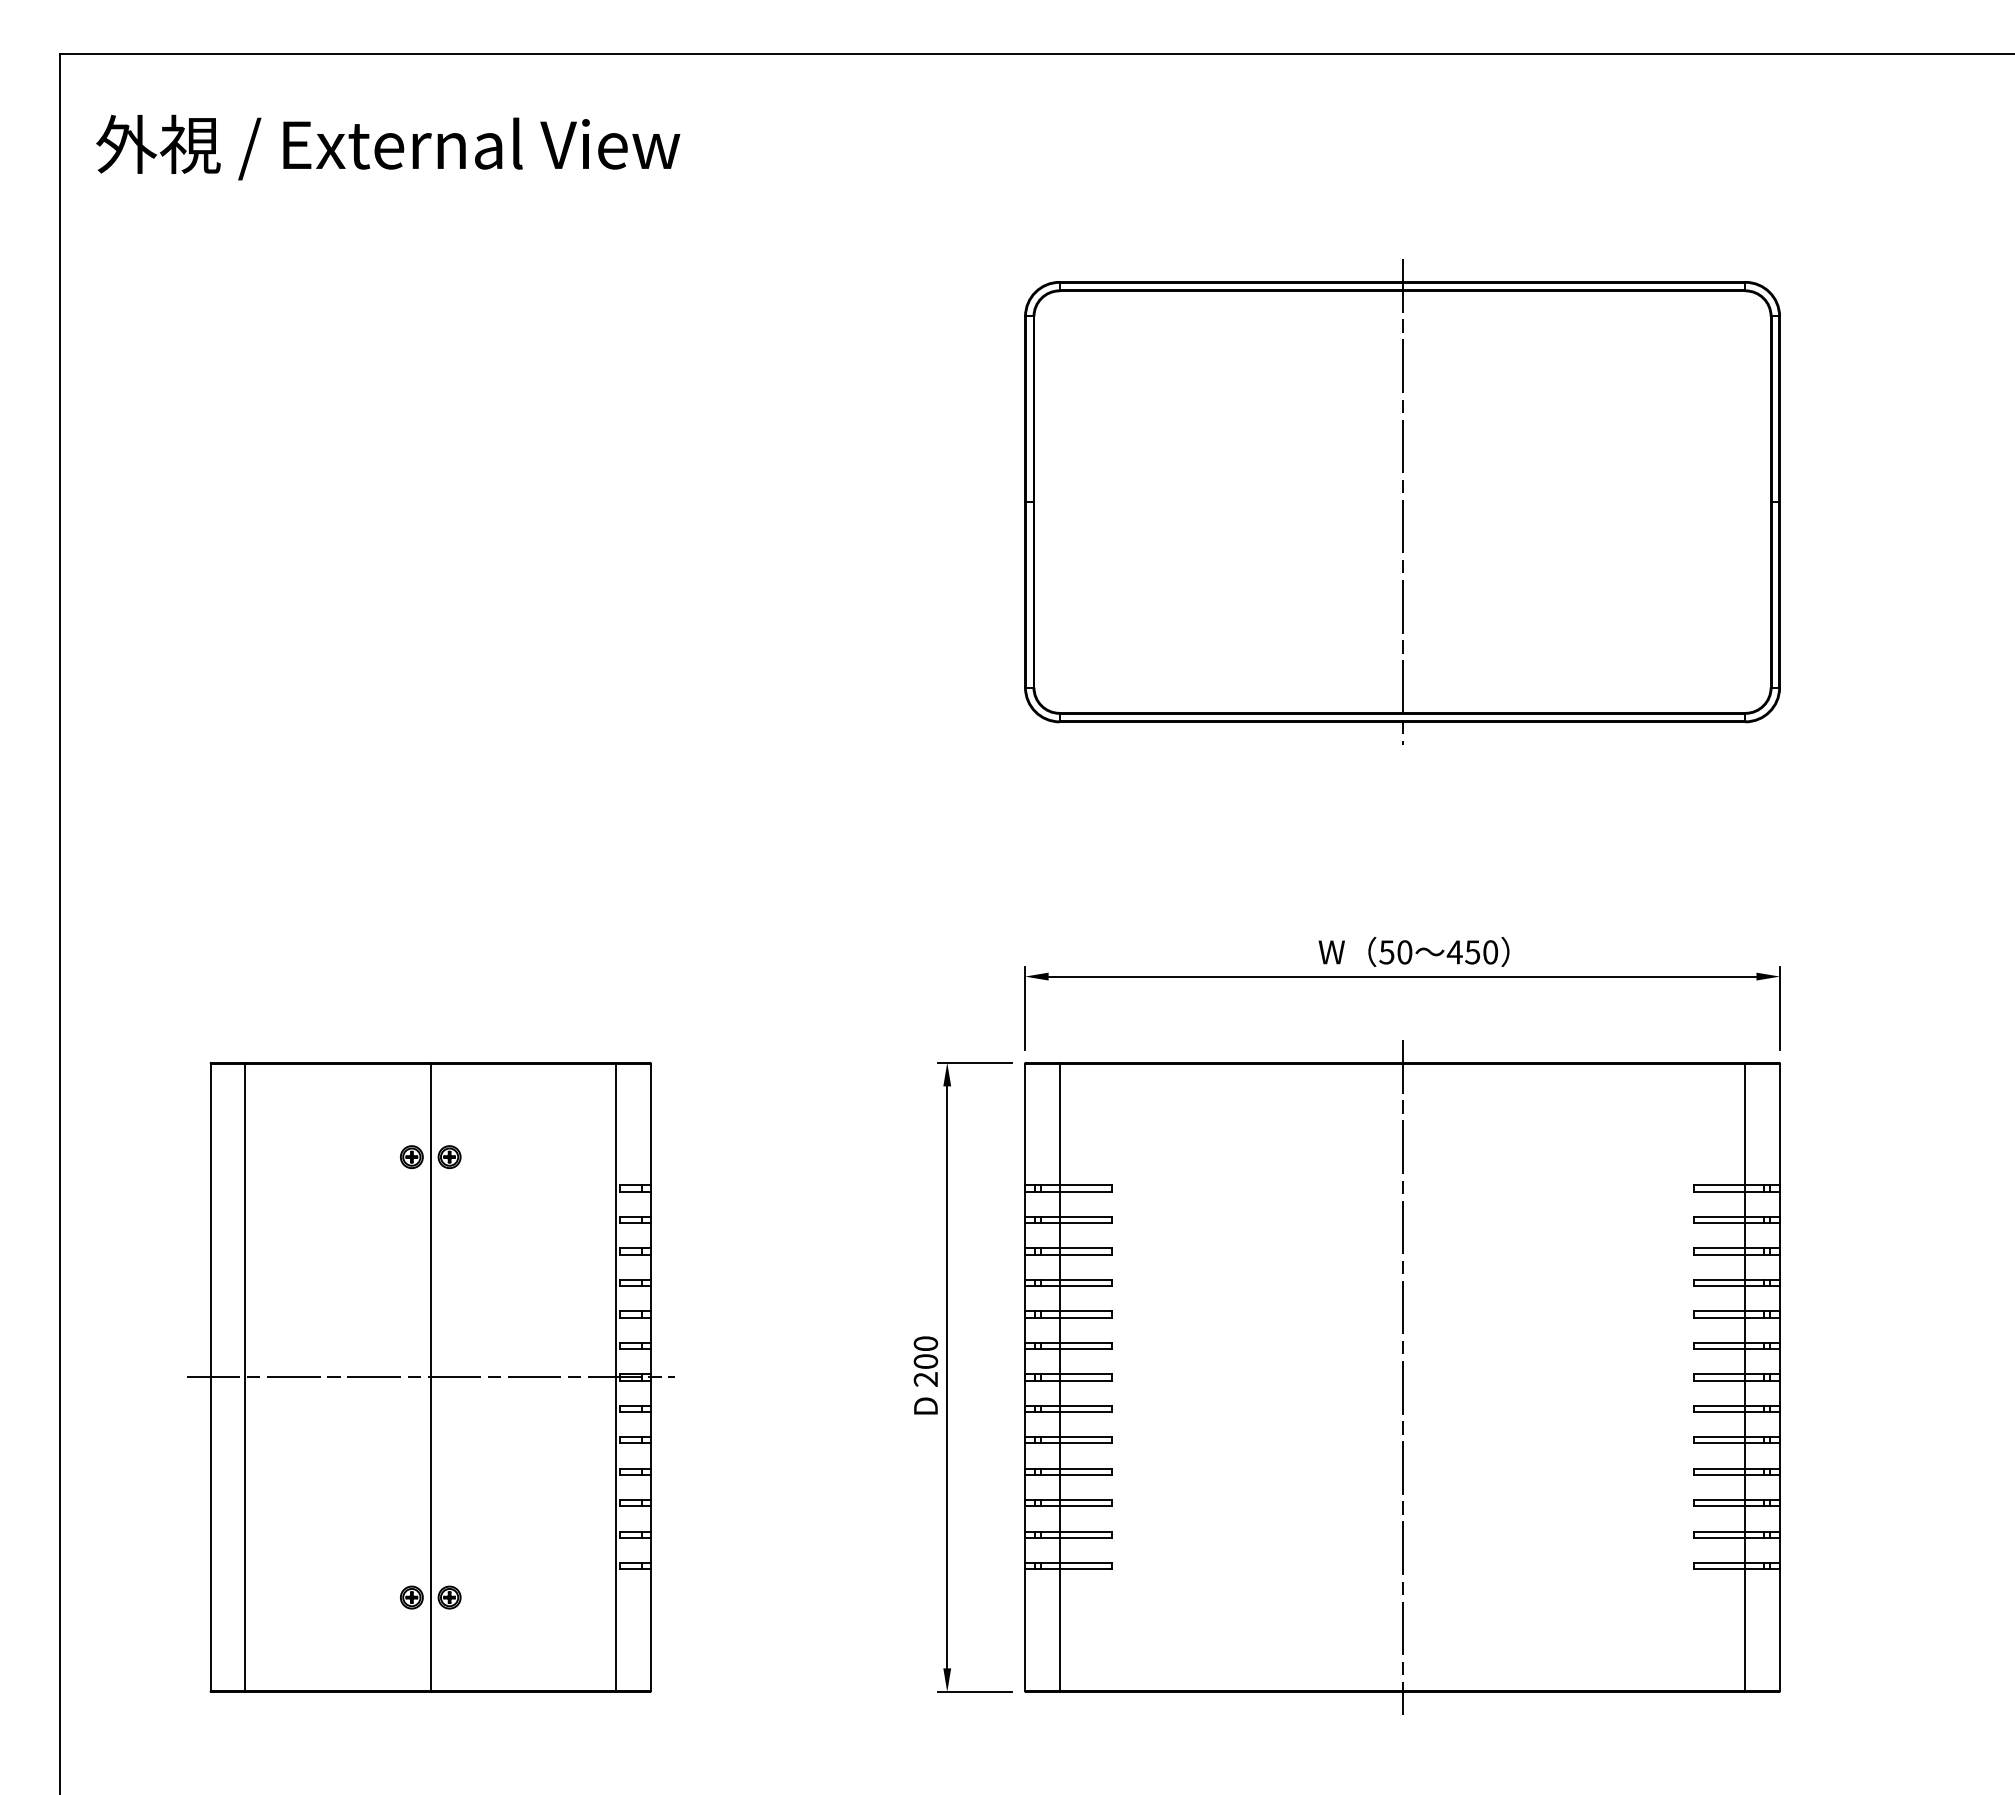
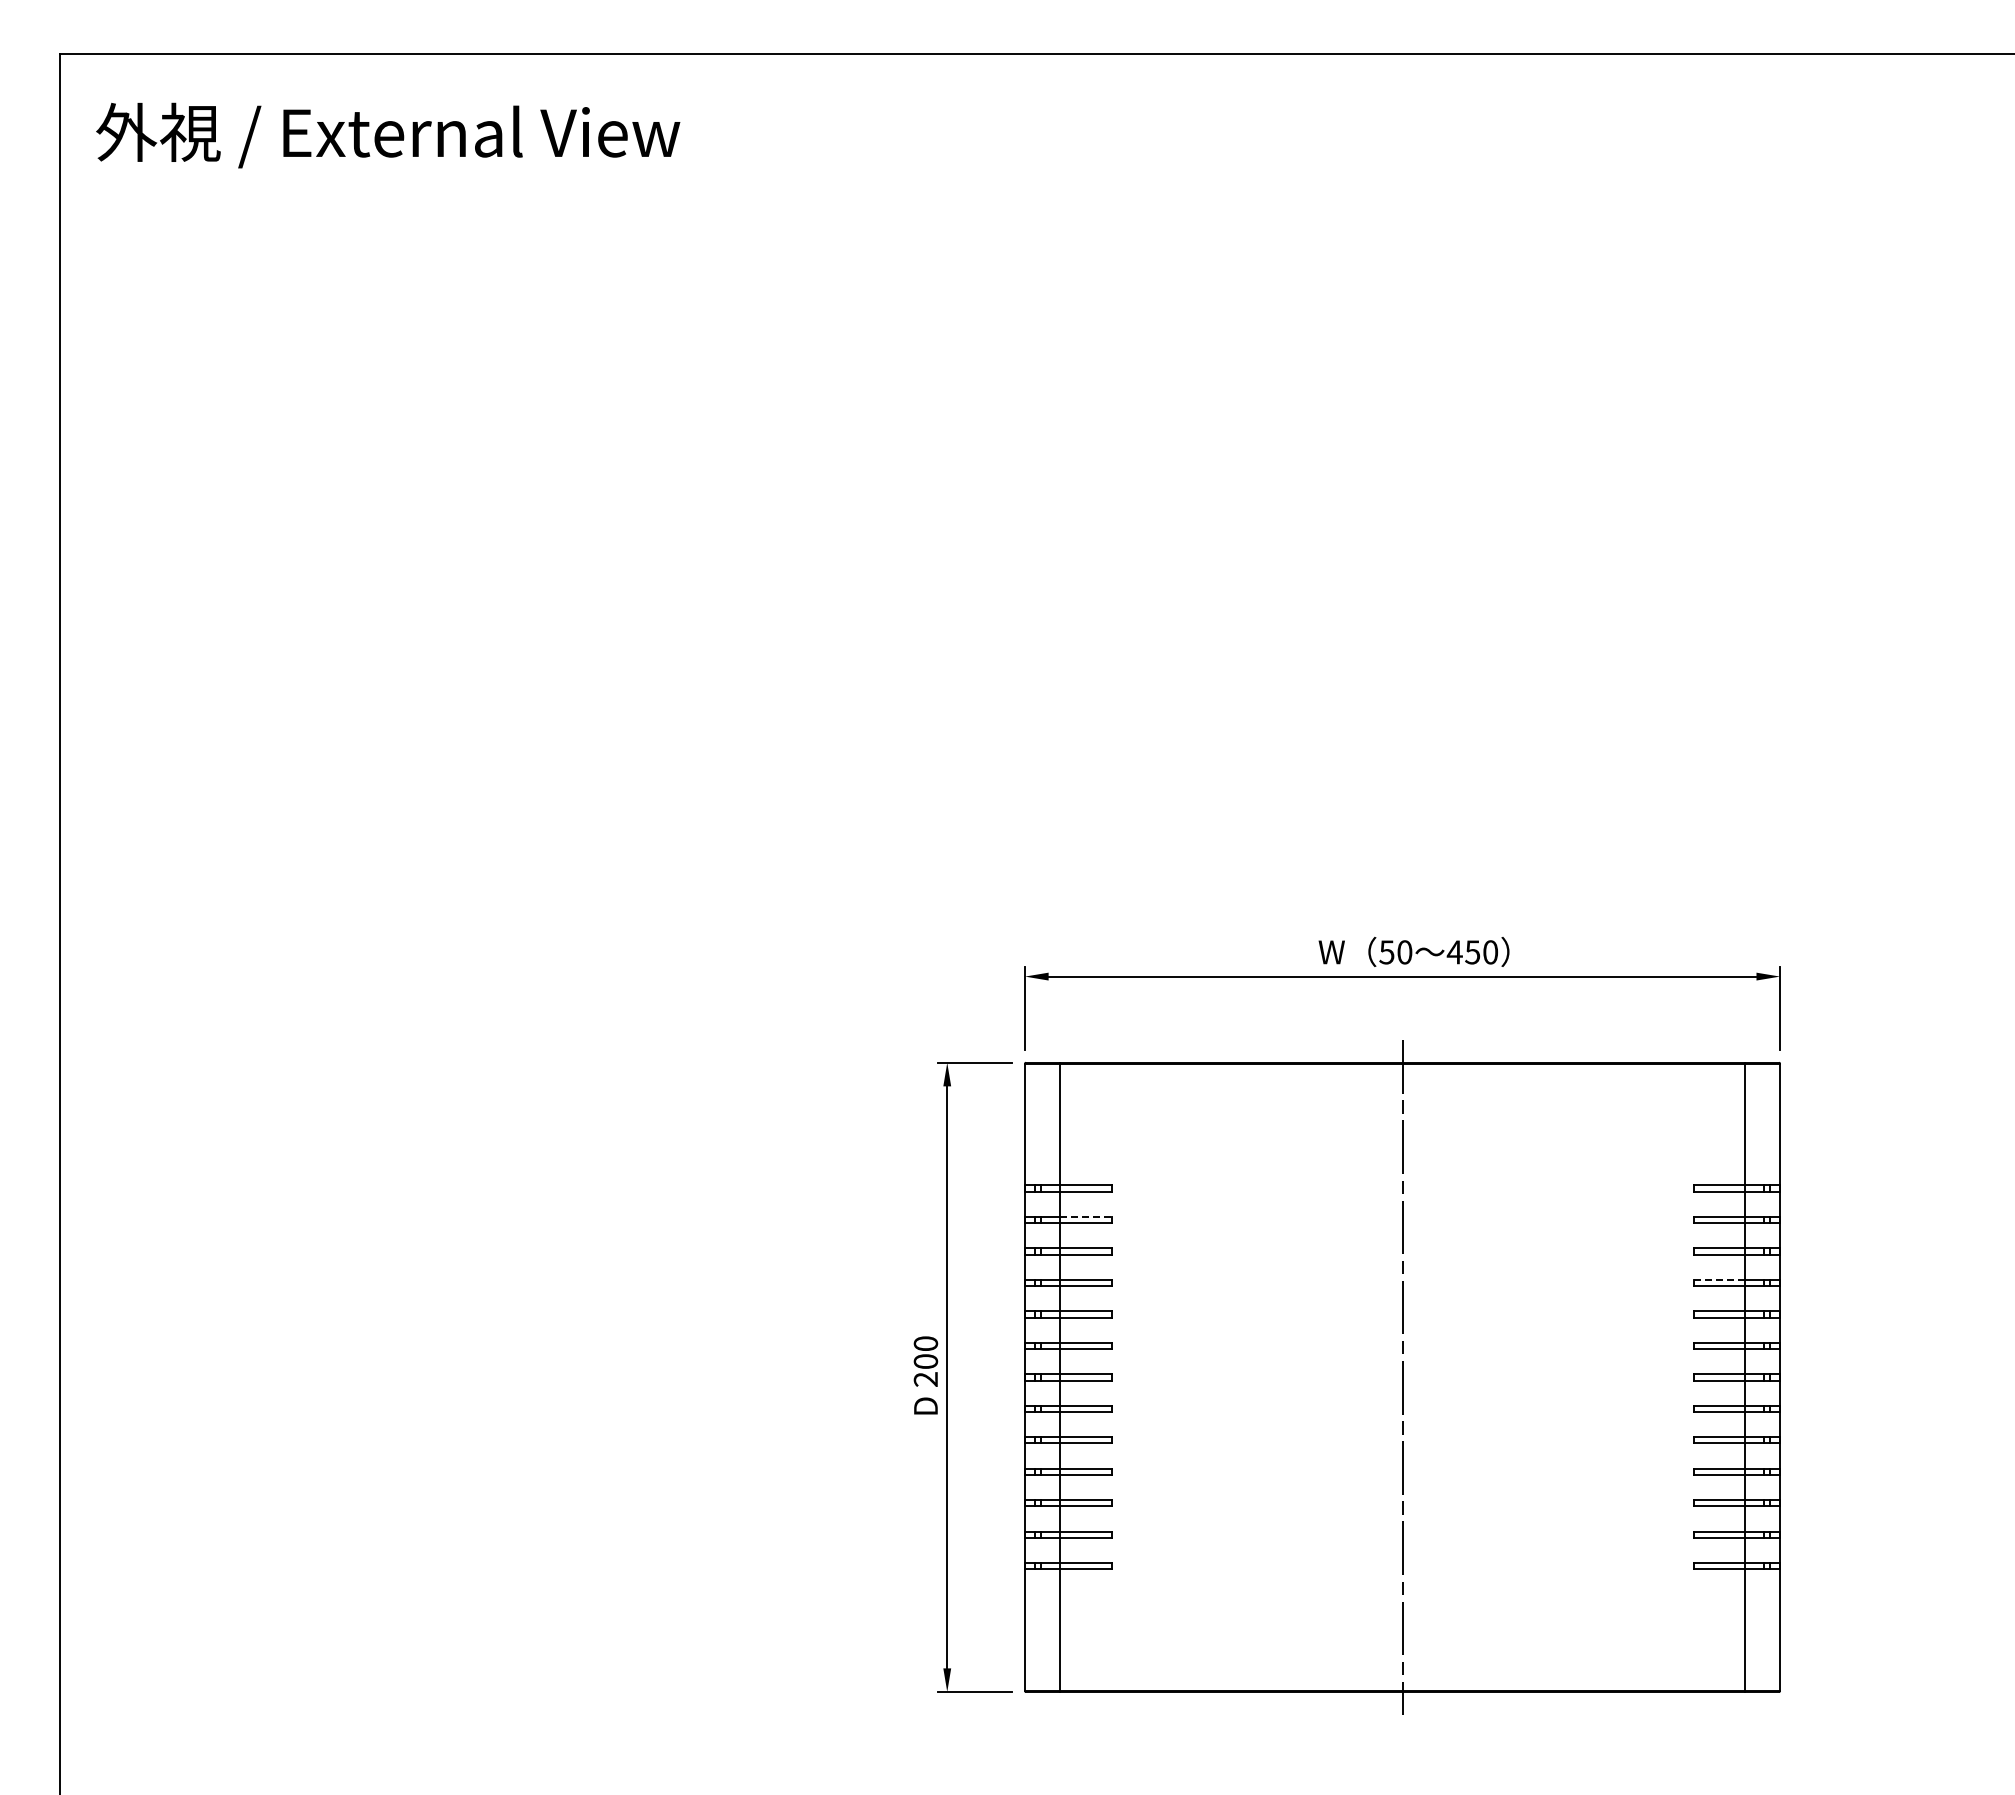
text at (388, 147) position: (388, 147) -> (388, 135)
part at (1402, 501): present -> none
line at (1085, 1216): solid -> dashed
line at (1719, 1279): solid -> dashed
part at (430, 1377): present -> none
